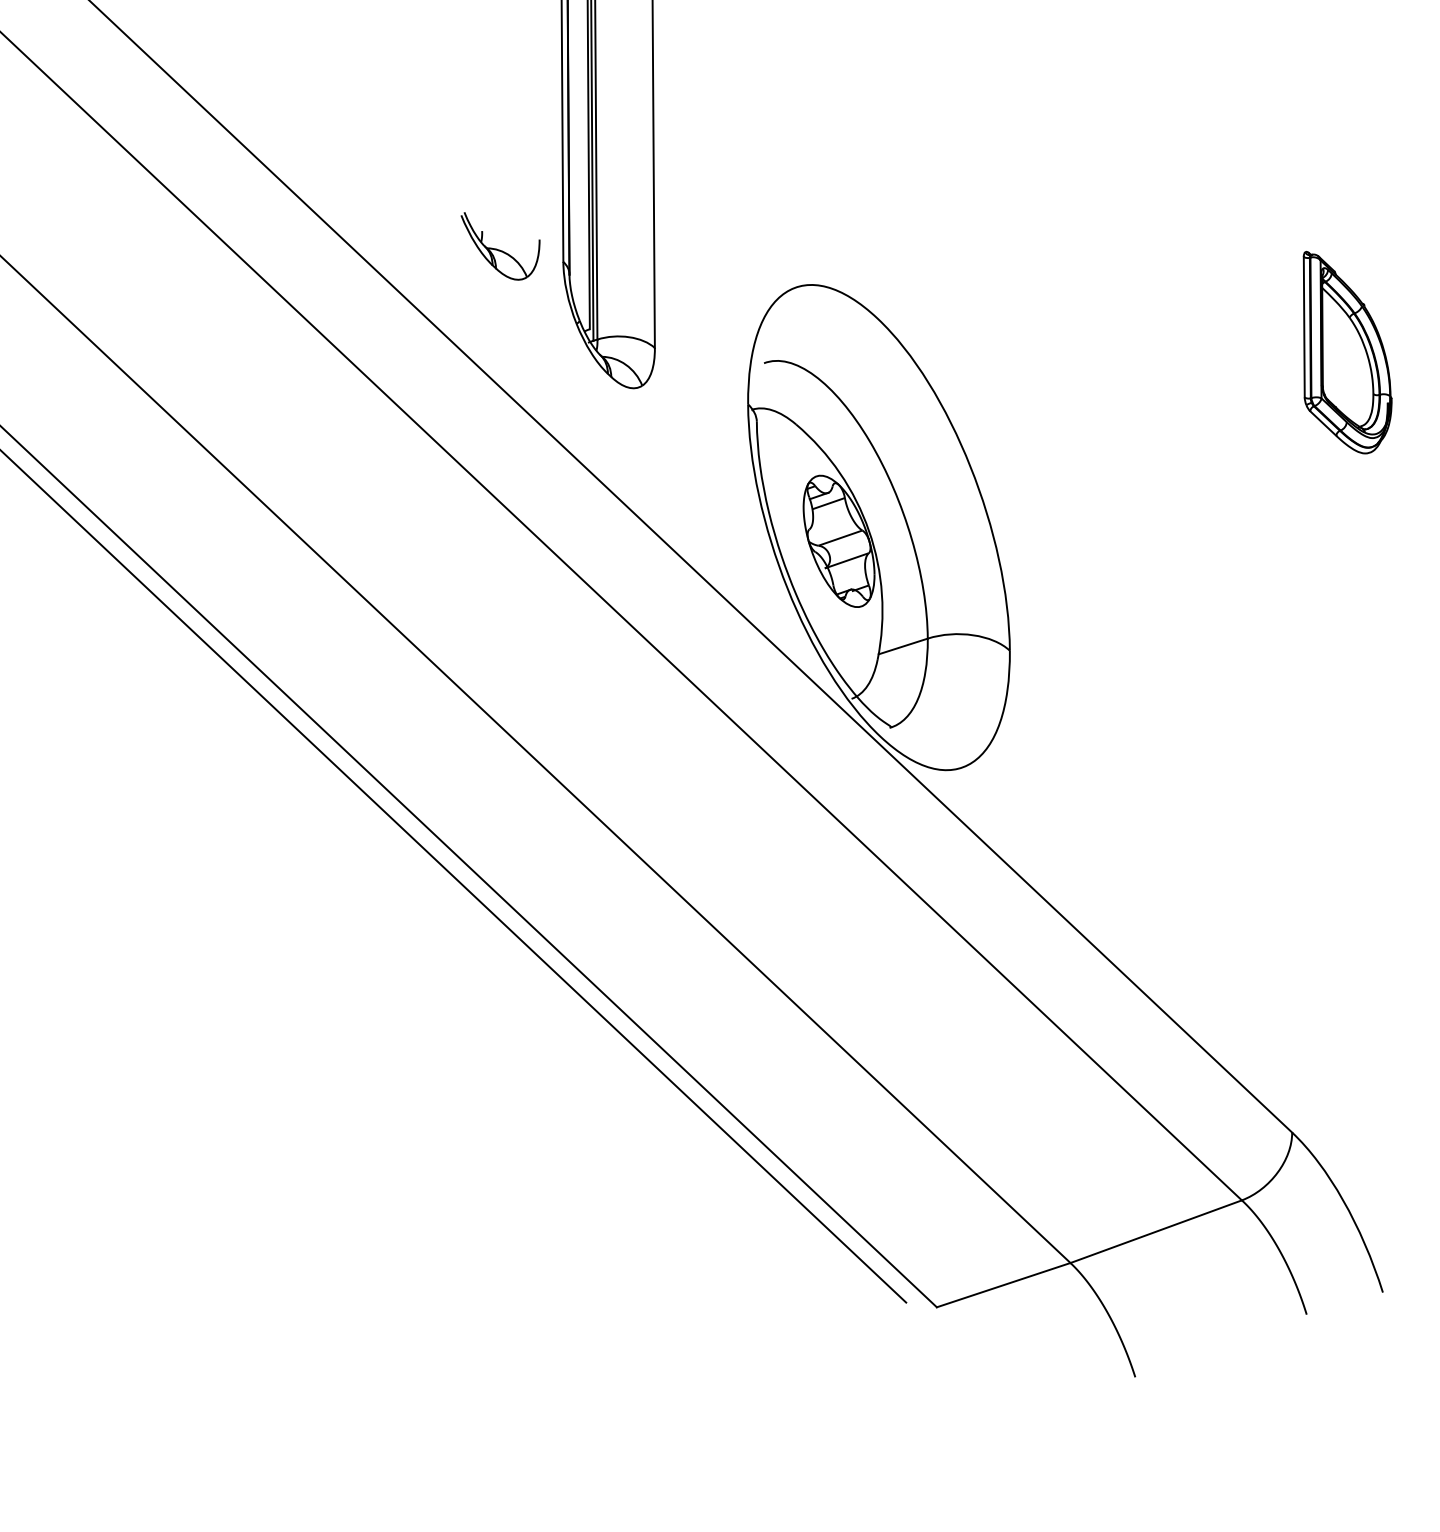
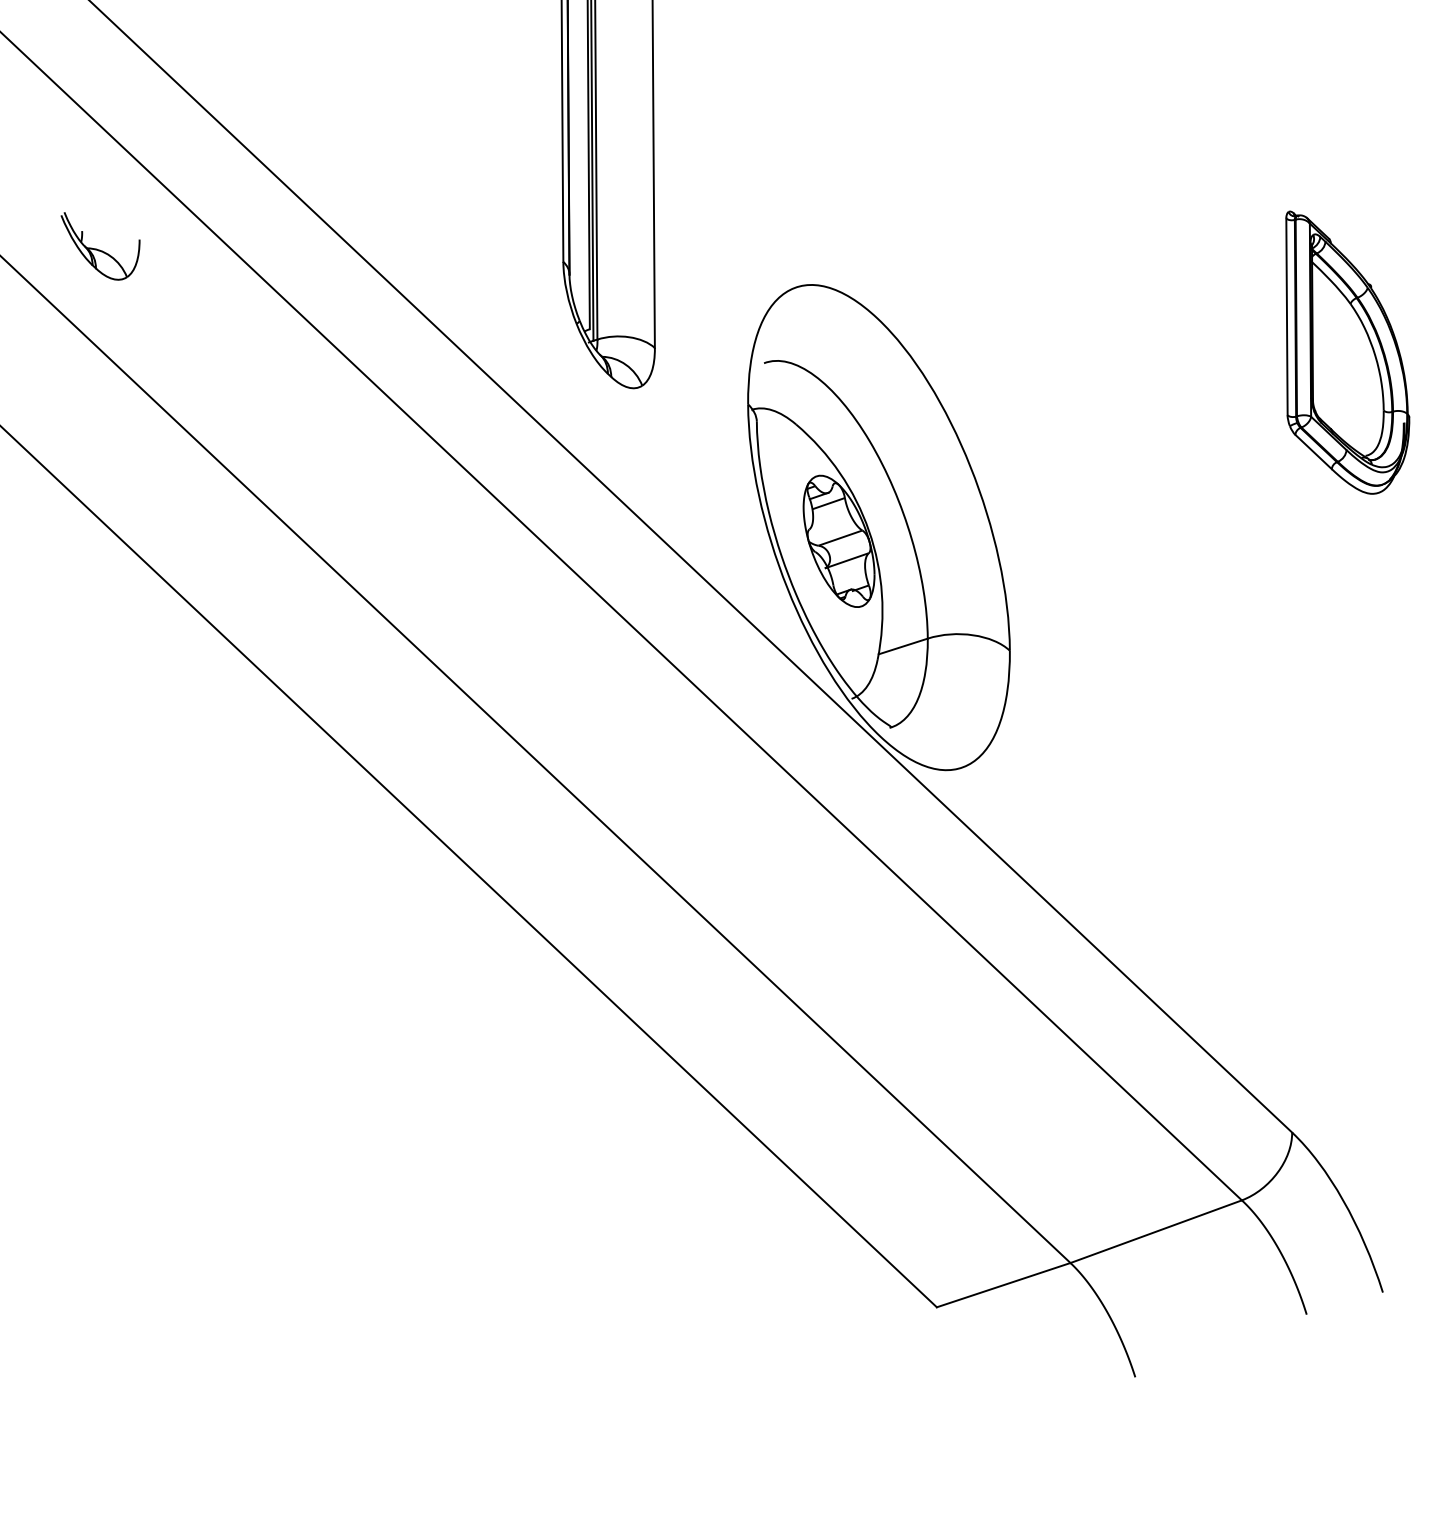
part at (500, 246) position: (500, 246) -> (100, 246)
part at (1347, 352) size: 91x205 px -> 126x285 px
line at (454, 876): present -> none
